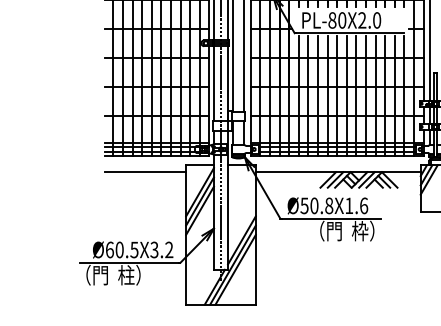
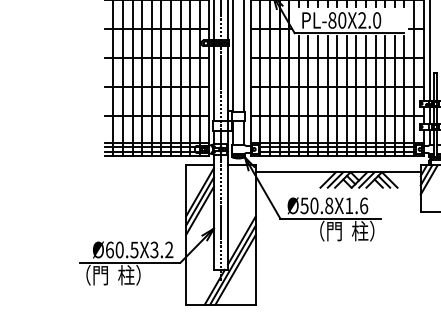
line at (145, 172): present -> none
text at (360, 231): （門  枠） -> （門  柱）
